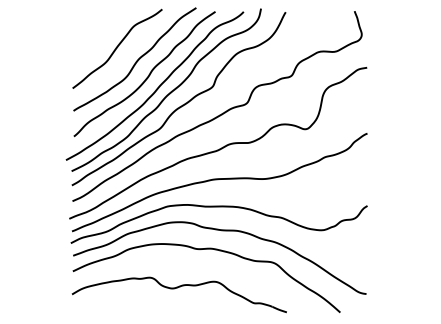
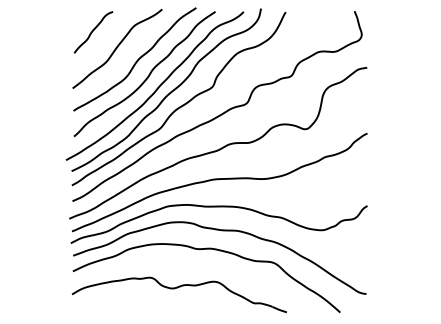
curve at (93, 31): none -> present
